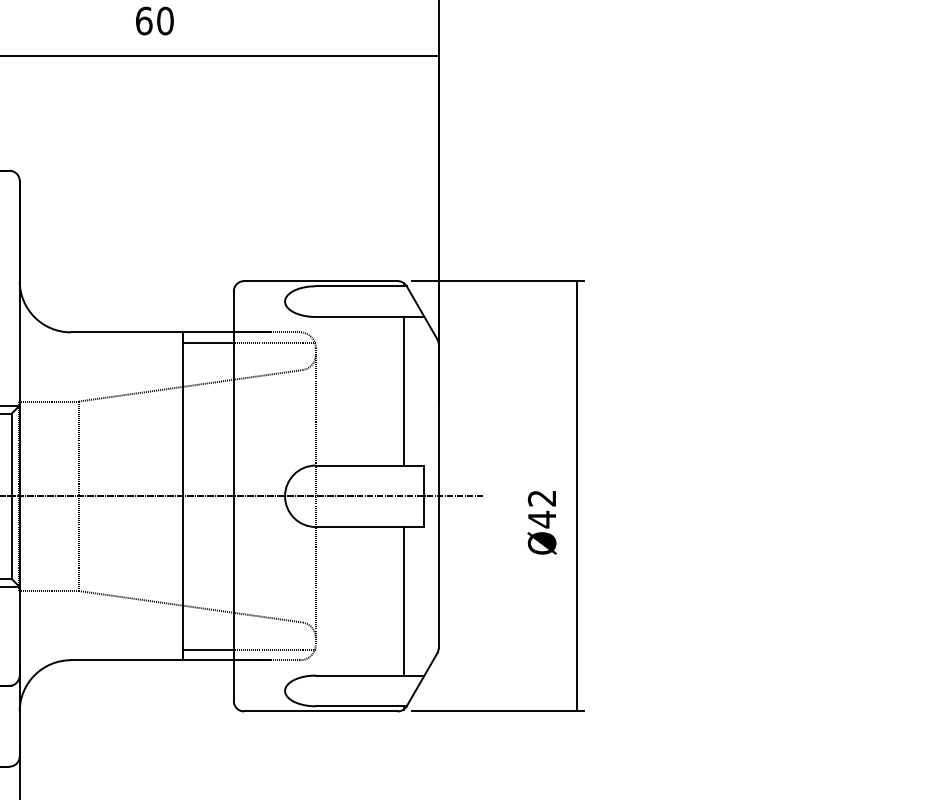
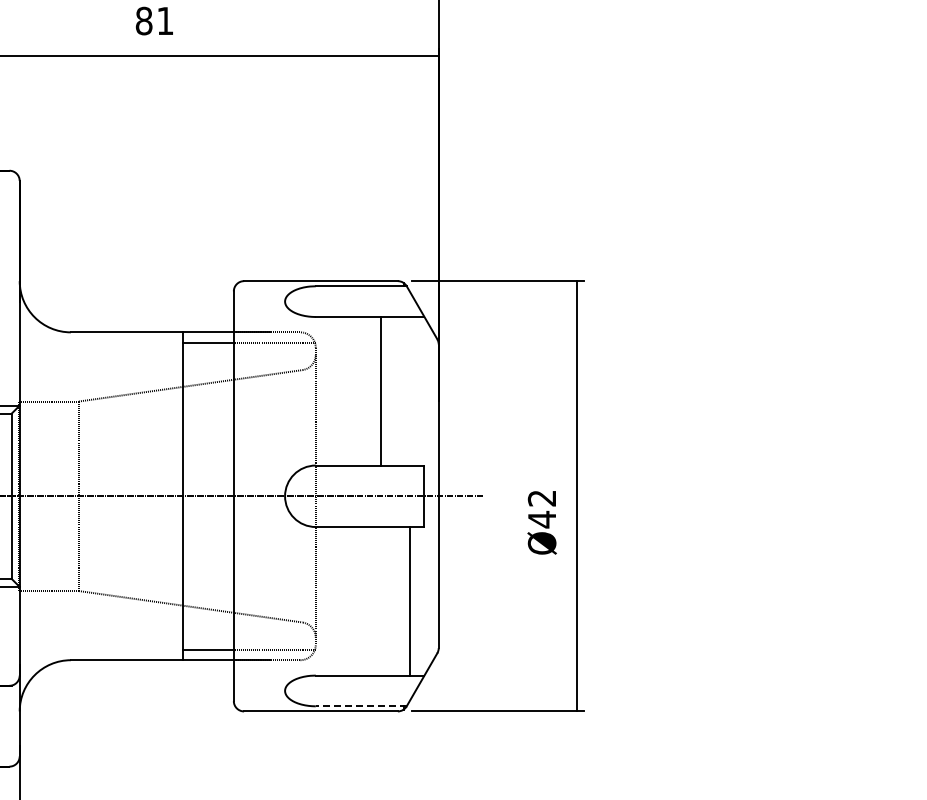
text at (154, 20): 60 -> 81
line at (403, 391) position: (403, 391) -> (380, 391)
line at (403, 601) position: (403, 601) -> (409, 601)
line at (360, 706): solid -> dashed
